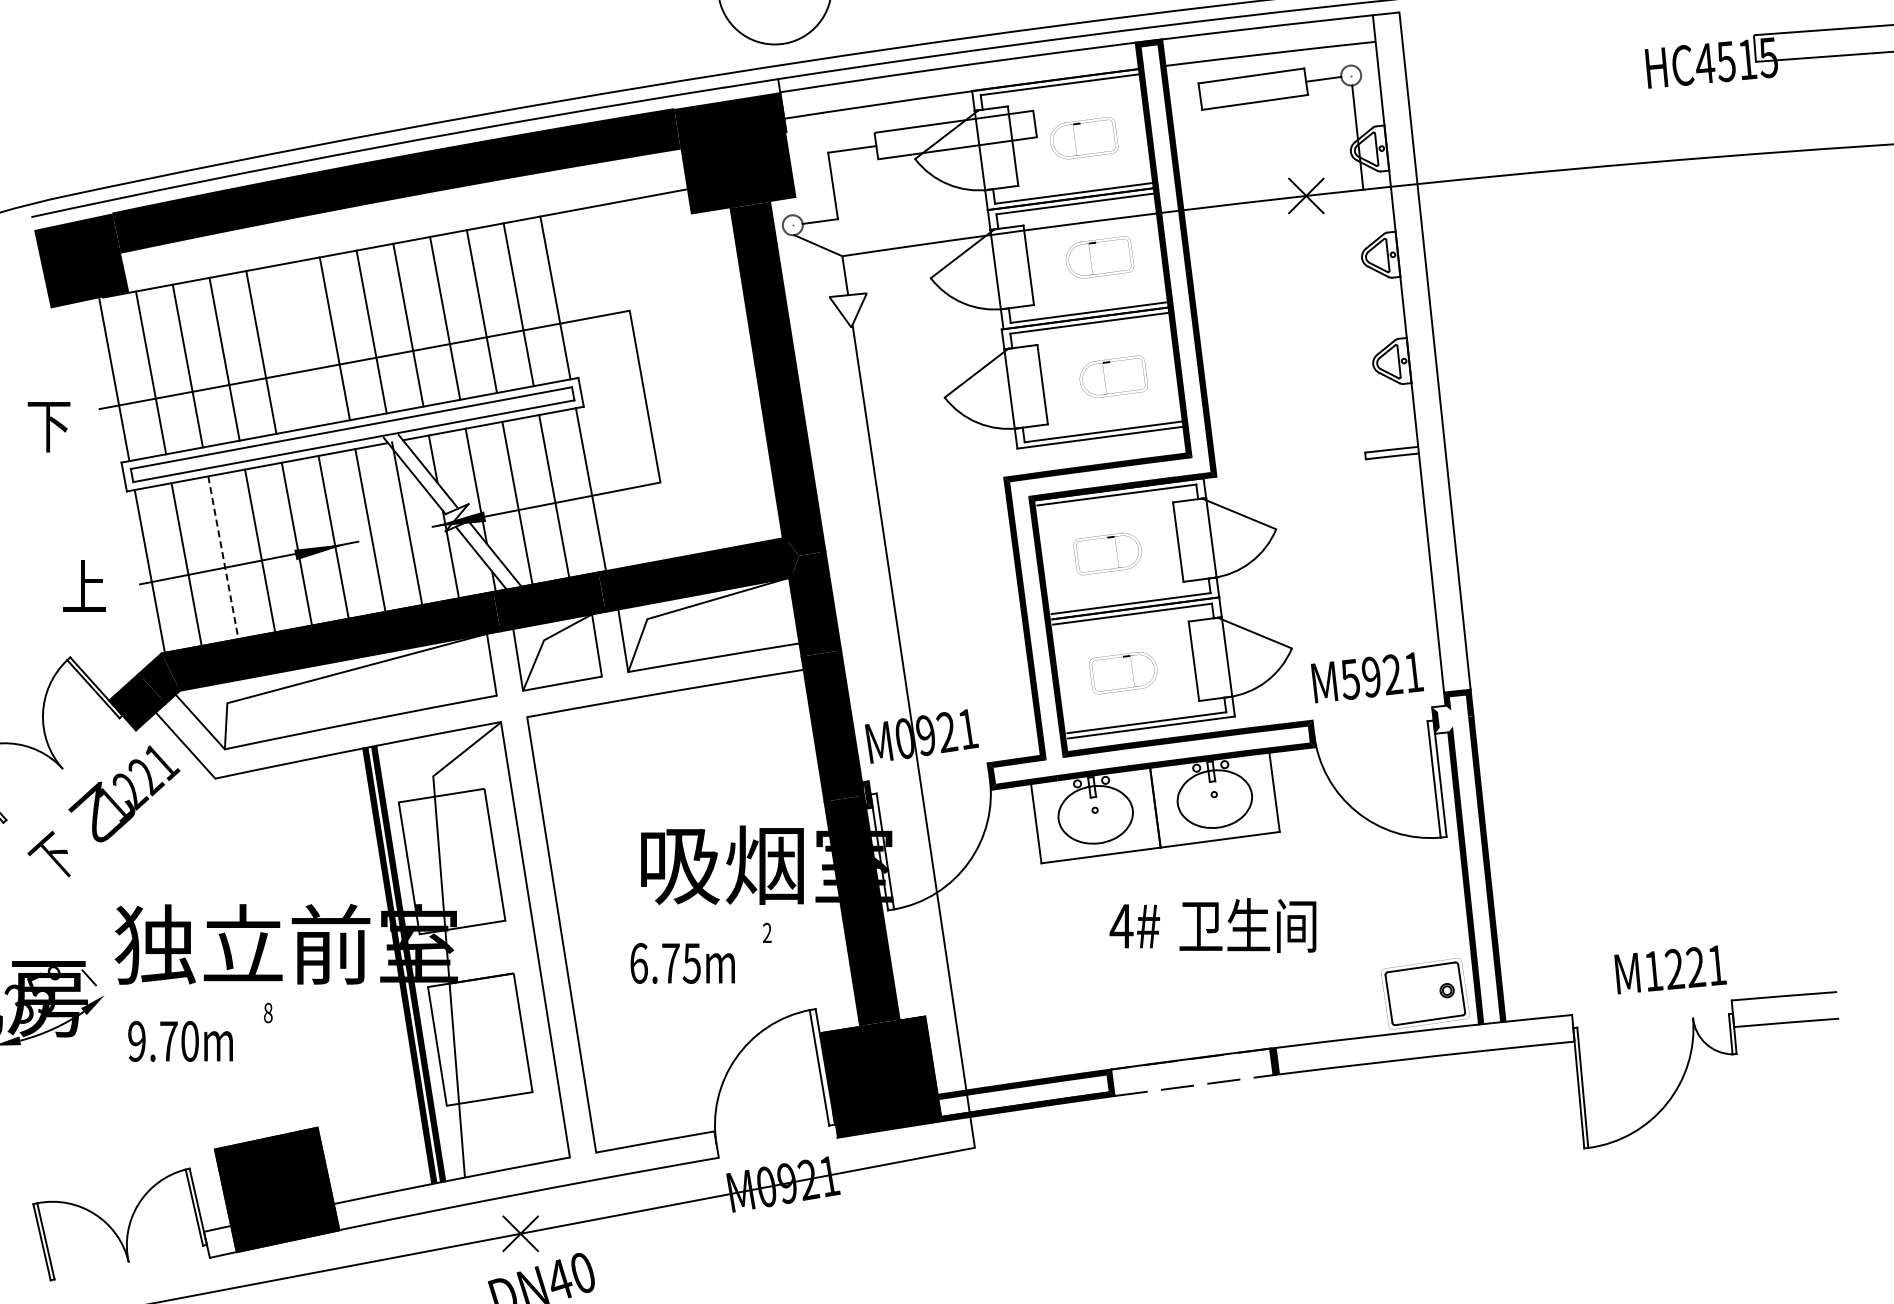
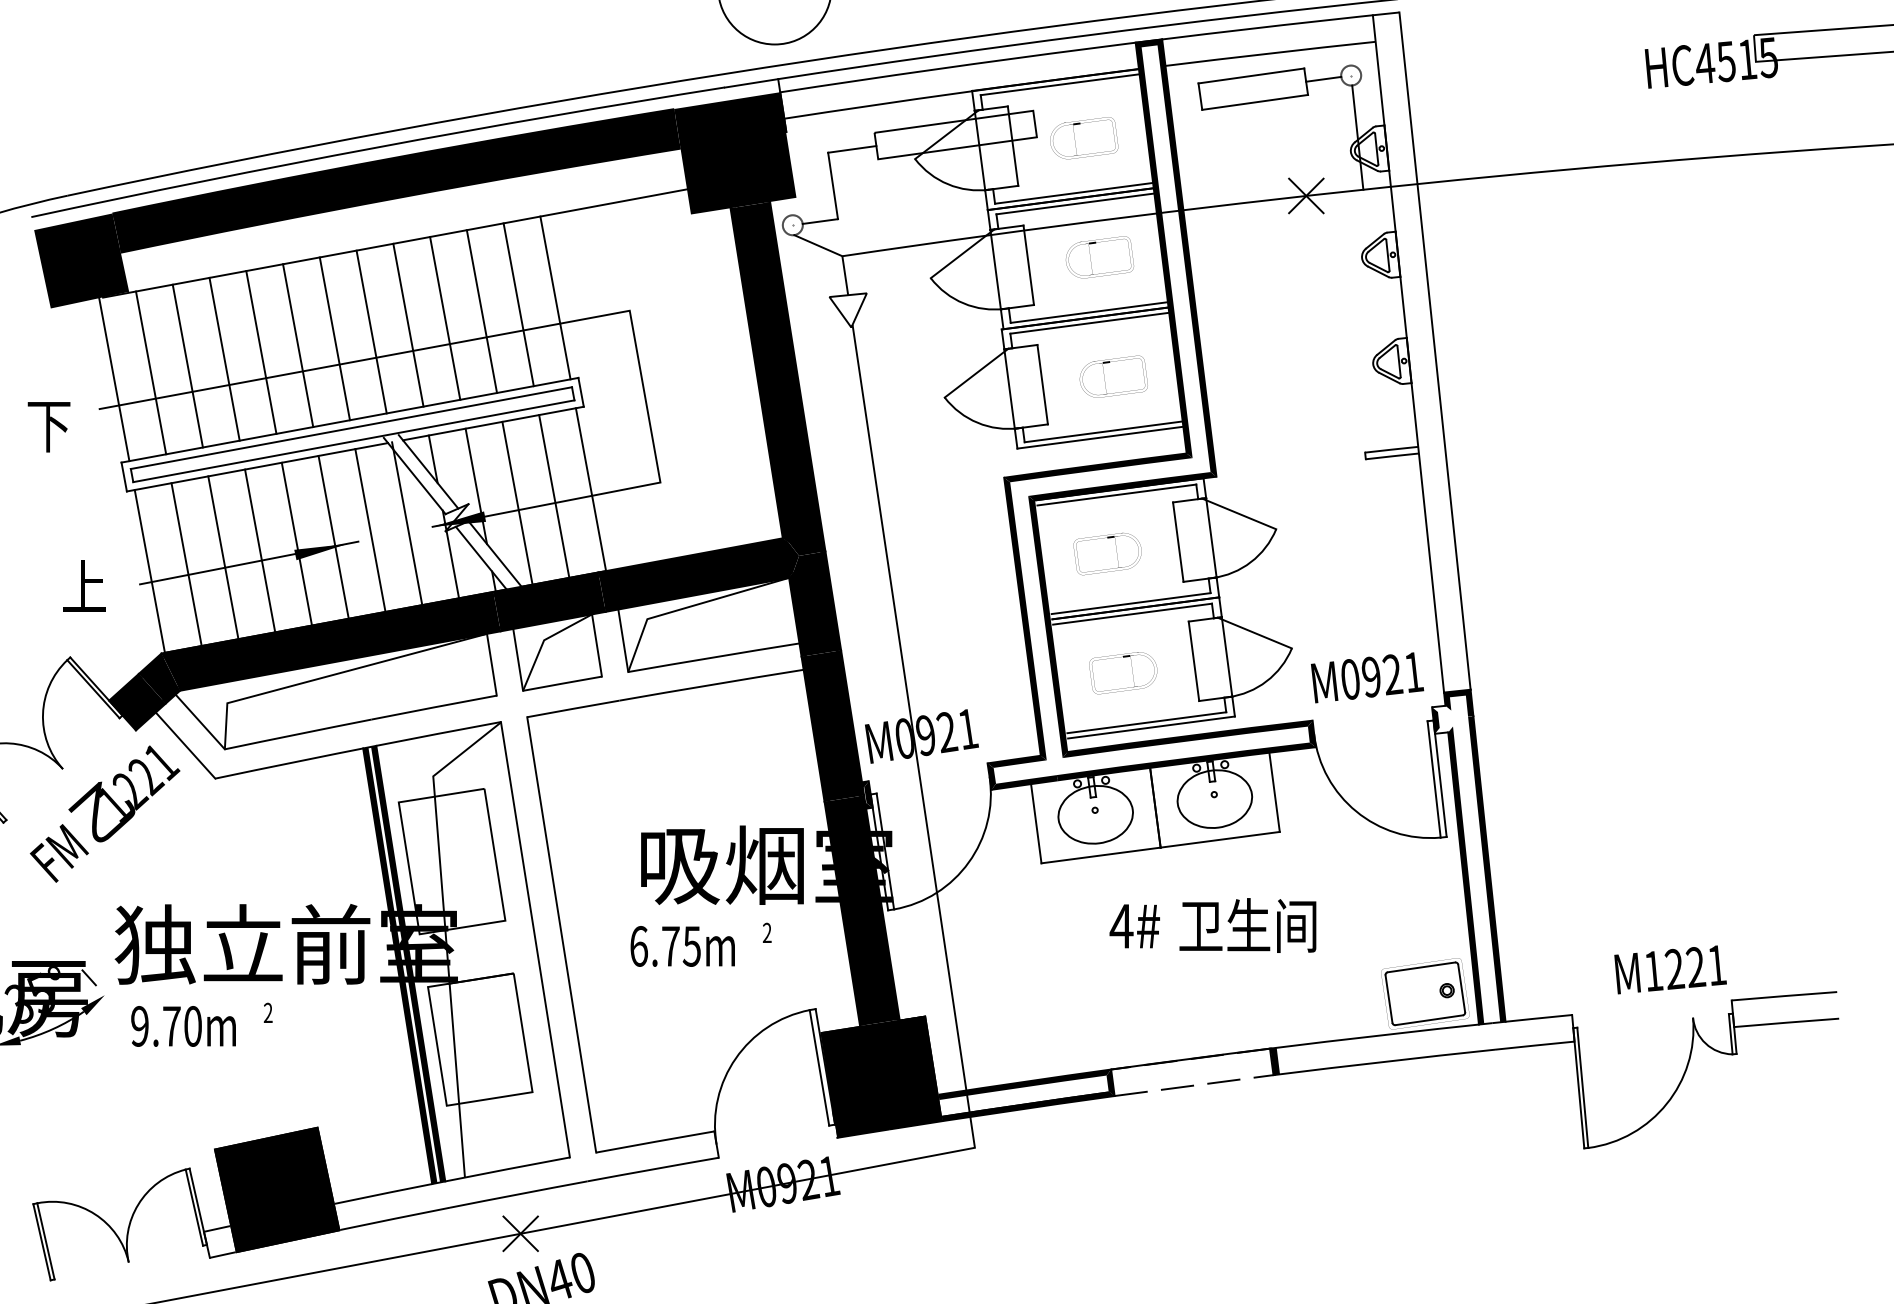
line at (298, 345): none -> present
line at (223, 557): dashed -> solid
text at (1350, 679): M5921 -> M0921
text at (57, 853): 下 -> FM
text at (682, 963) position: (682, 963) -> (682, 946)
text at (267, 1012): 8 -> 2
text at (180, 1041) position: (180, 1041) -> (183, 1026)
